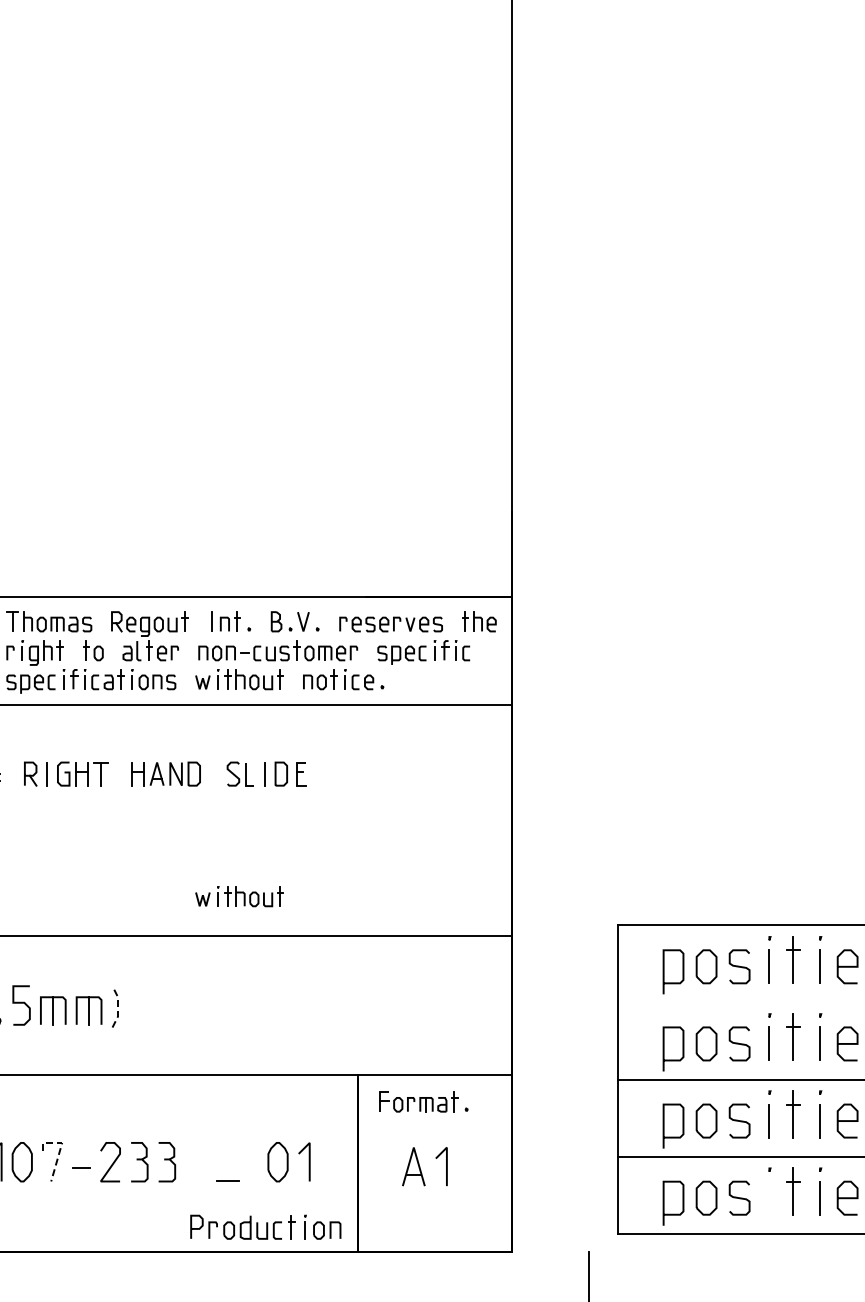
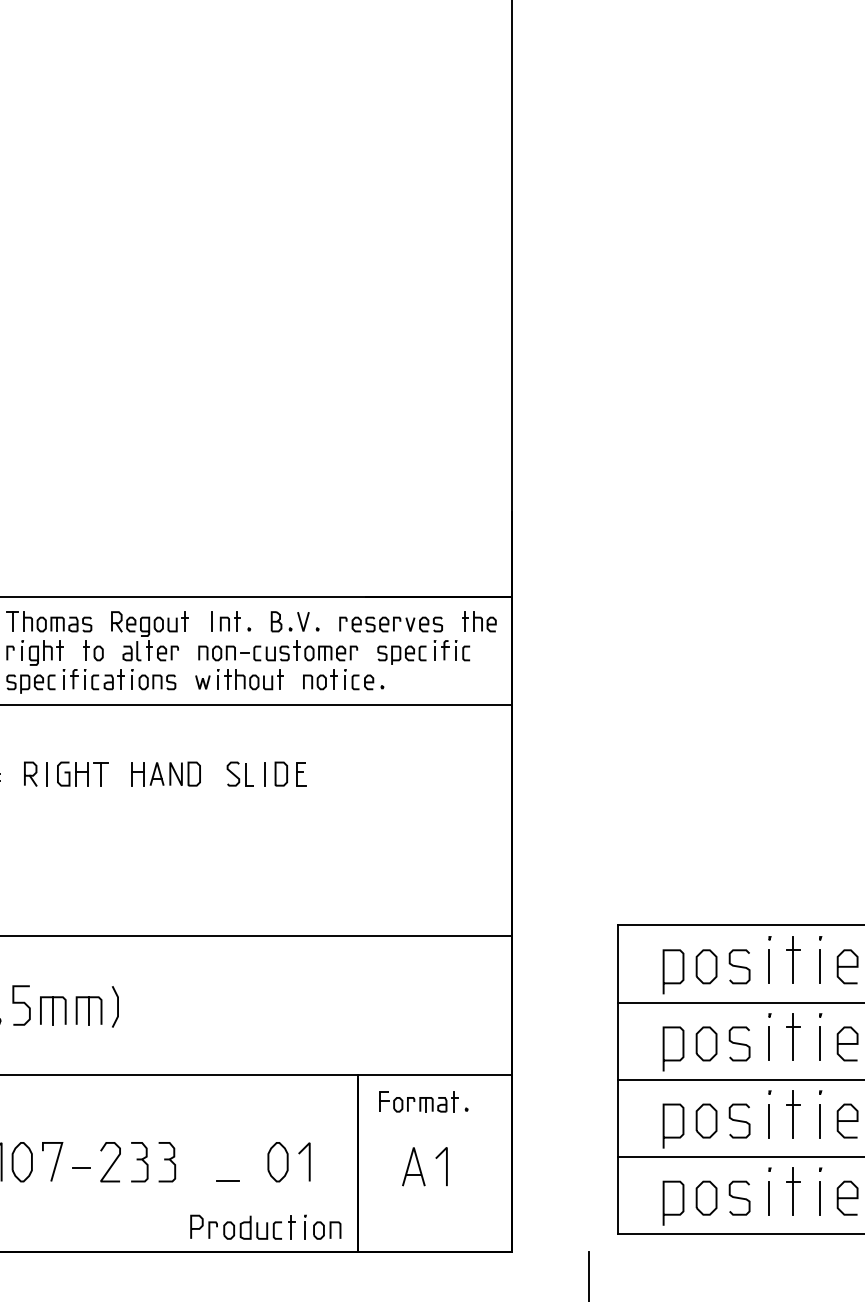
part at (239, 896): present -> none
line at (739, 1002): none -> present
line at (118, 1006): dashed -> solid
line at (60, 1147): dashed -> solid
line at (769, 1197): none -> present
